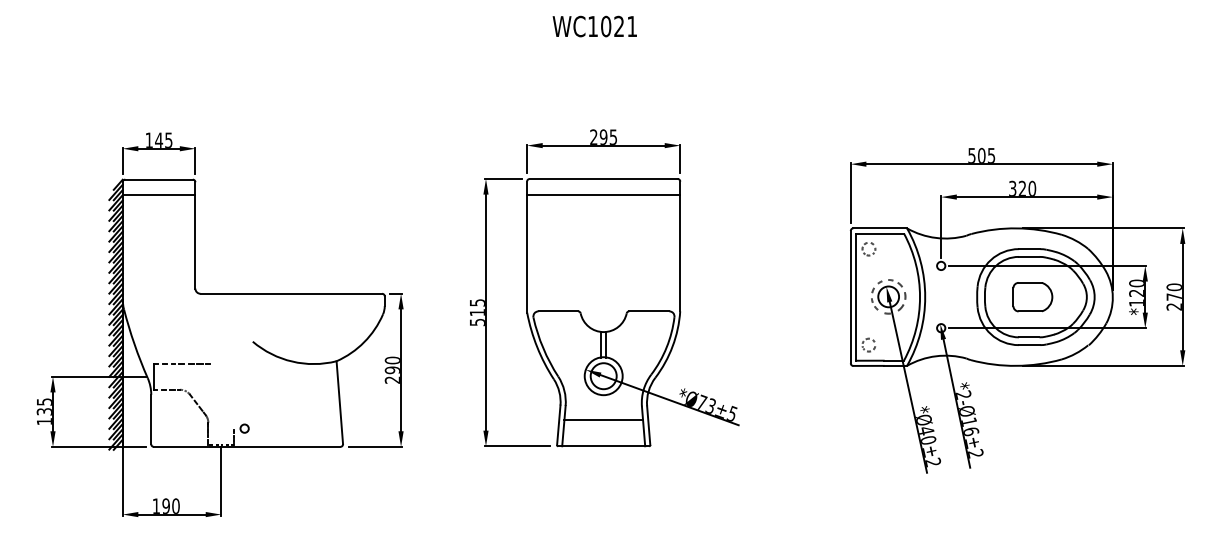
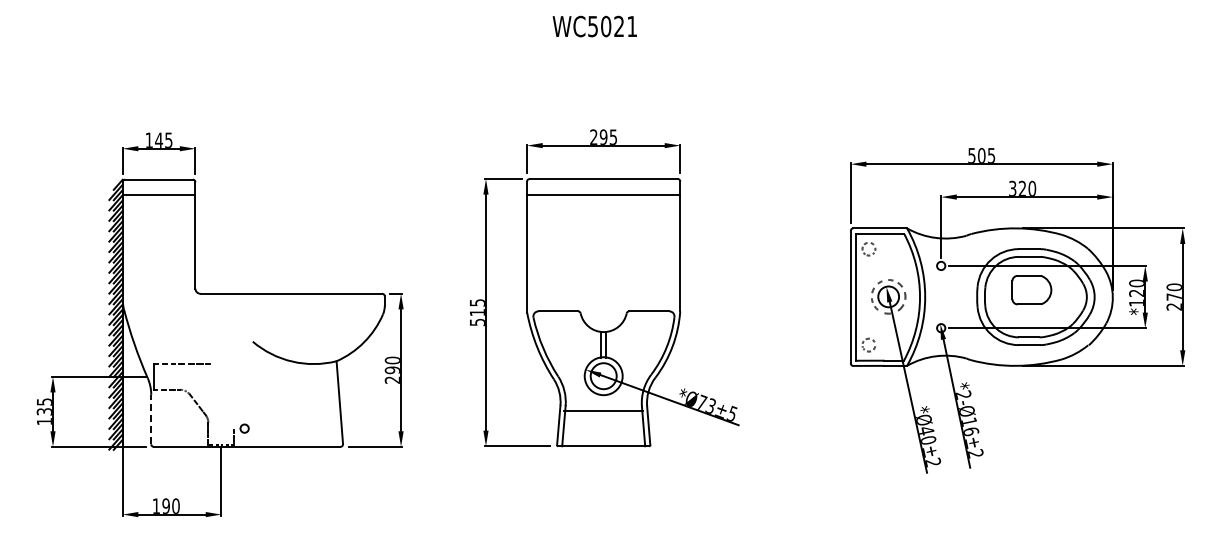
text at (592, 26): WC1021 -> WC5021
part at (1032, 297) position: (1032, 297) -> (1031, 290)
line at (151, 419): solid -> dashed
line at (603, 420) position: (603, 420) -> (603, 411)
